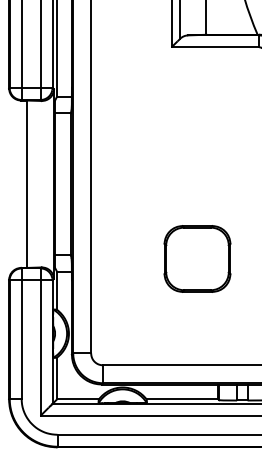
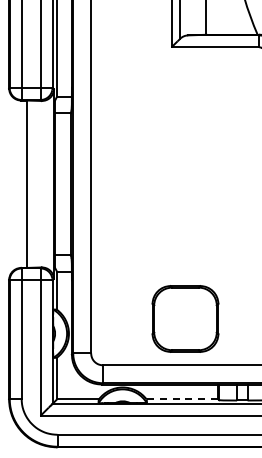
part at (197, 258) position: (197, 258) -> (185, 318)
line at (182, 399): solid -> dashed
